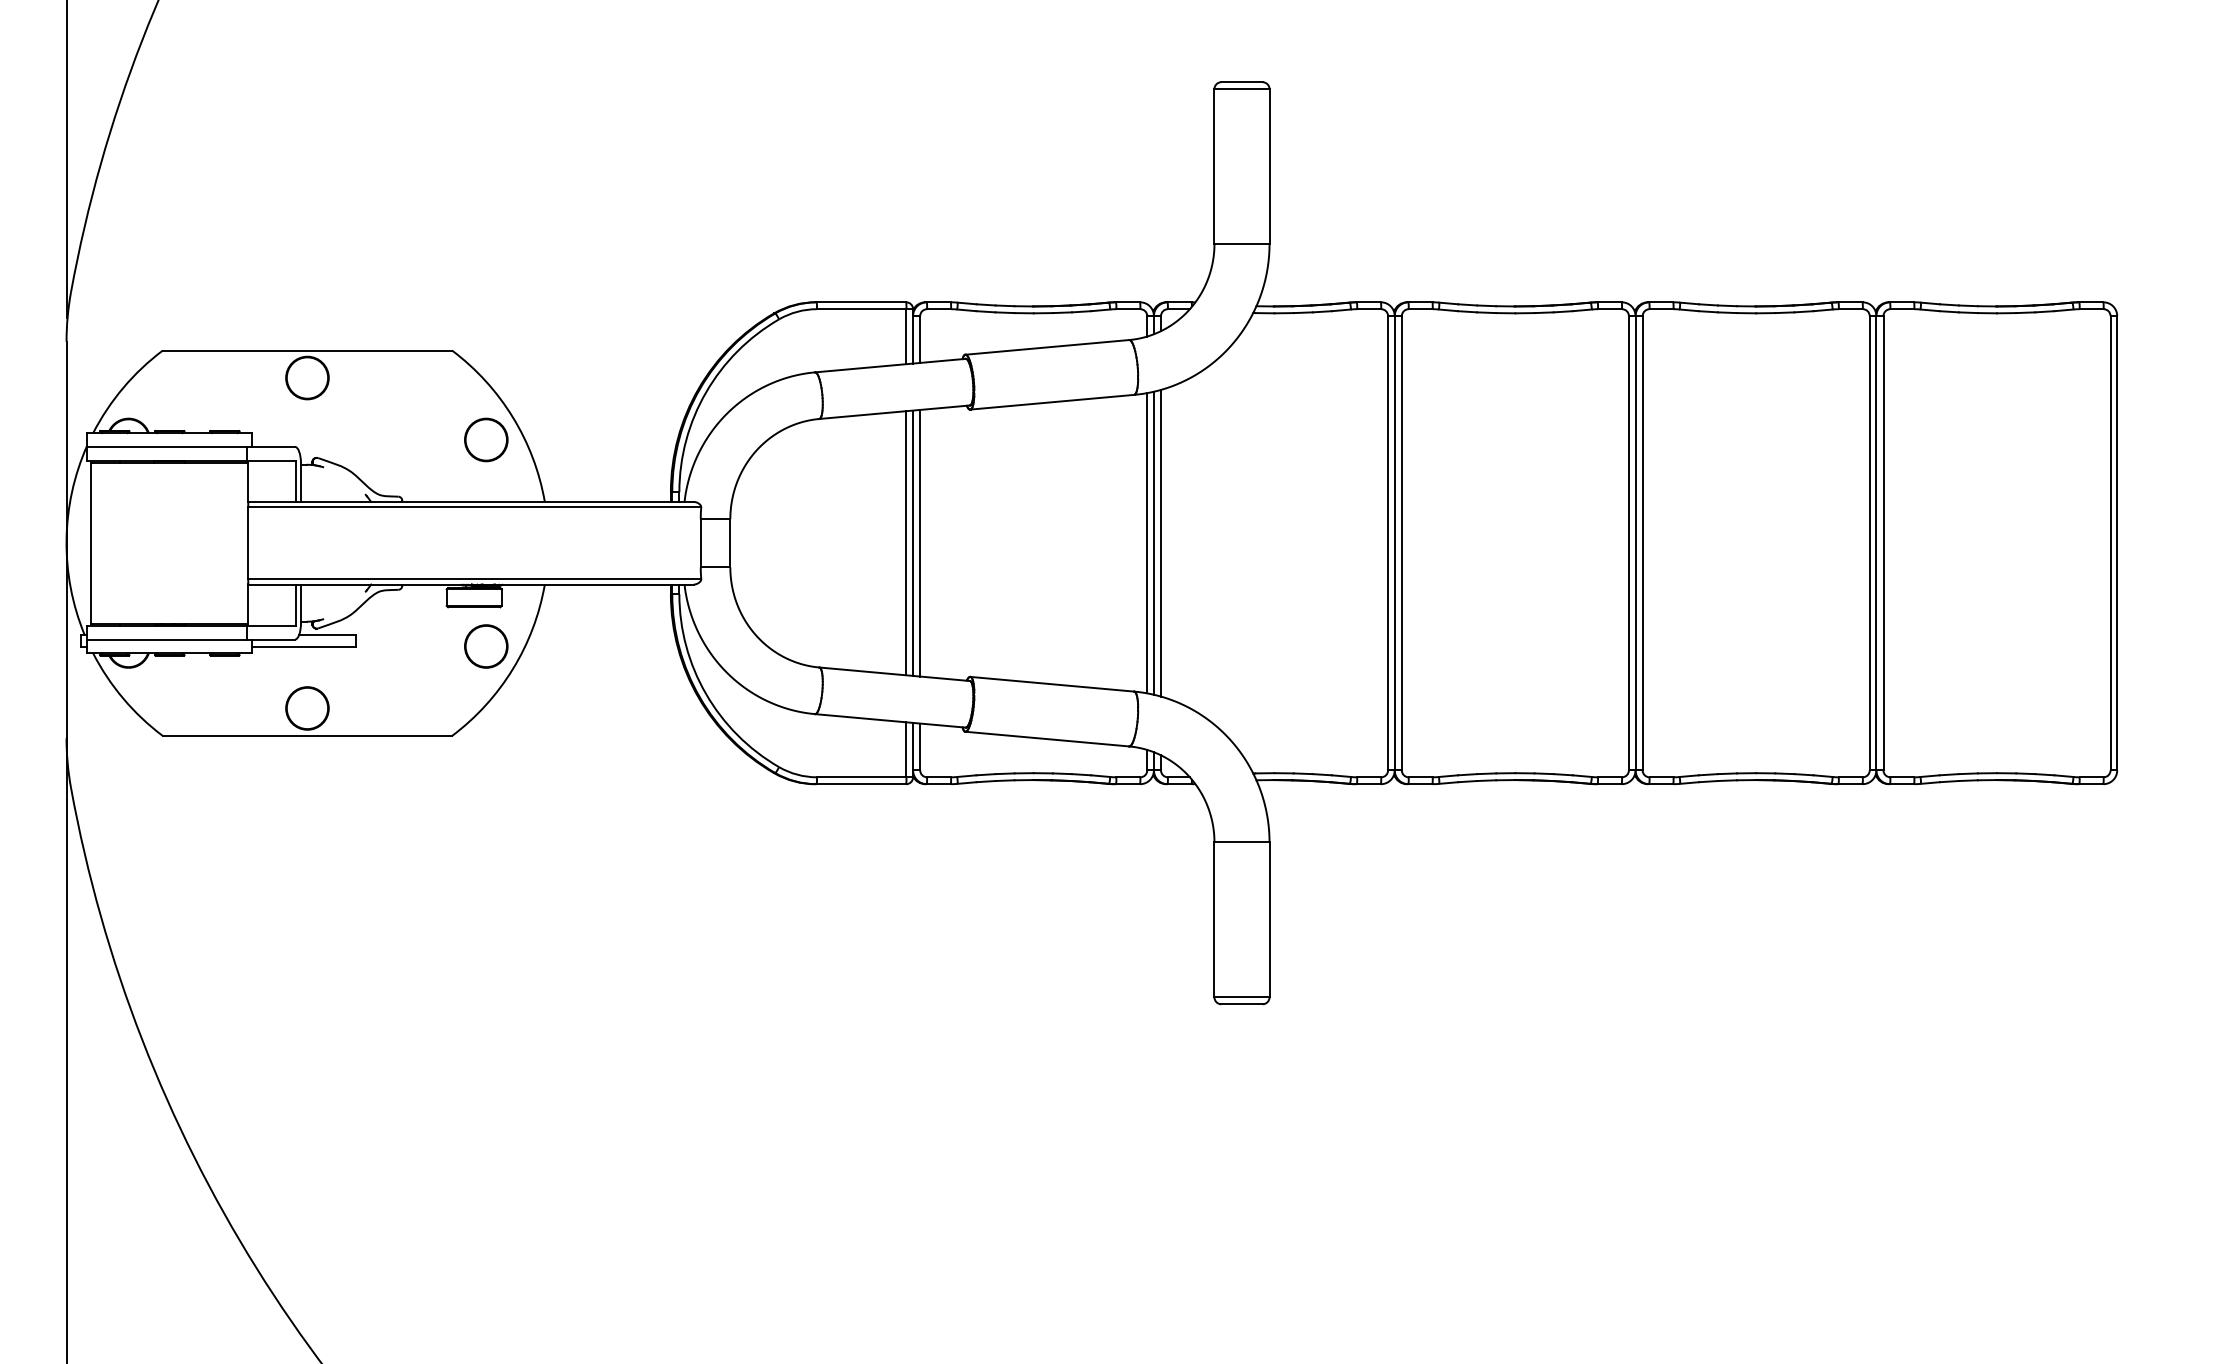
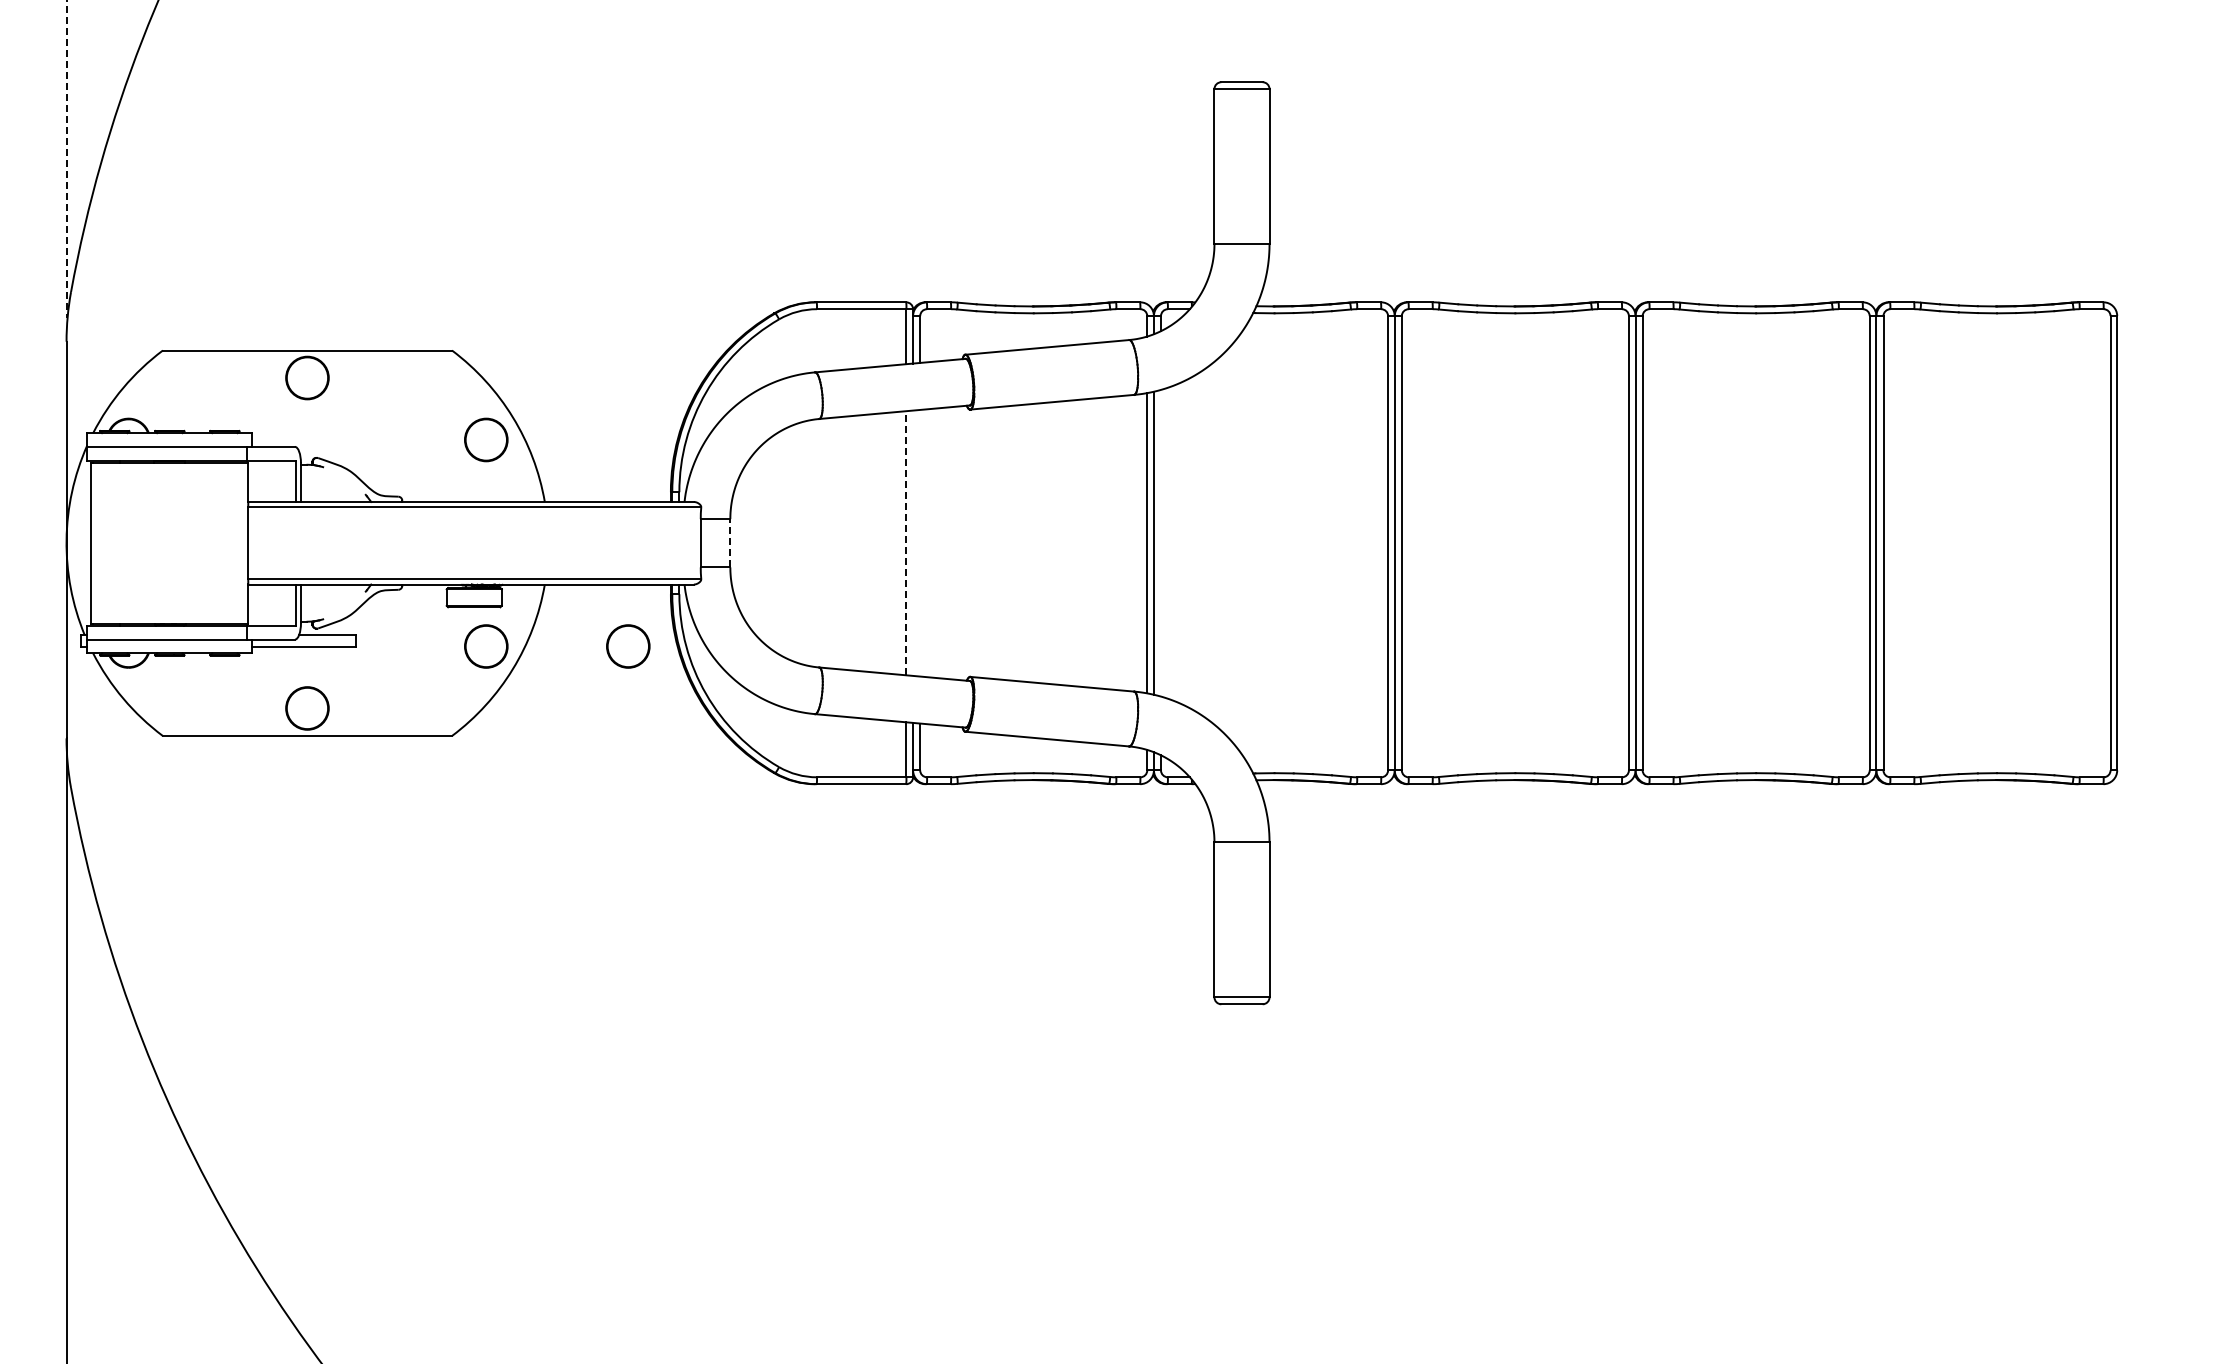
line at (66, 159): solid -> dashed
line at (730, 542): solid -> dashed
line at (906, 542): solid -> dashed
line at (913, 542): present -> none
line at (920, 542): present -> none
line at (1161, 542): present -> none
circle at (628, 646): none -> present
